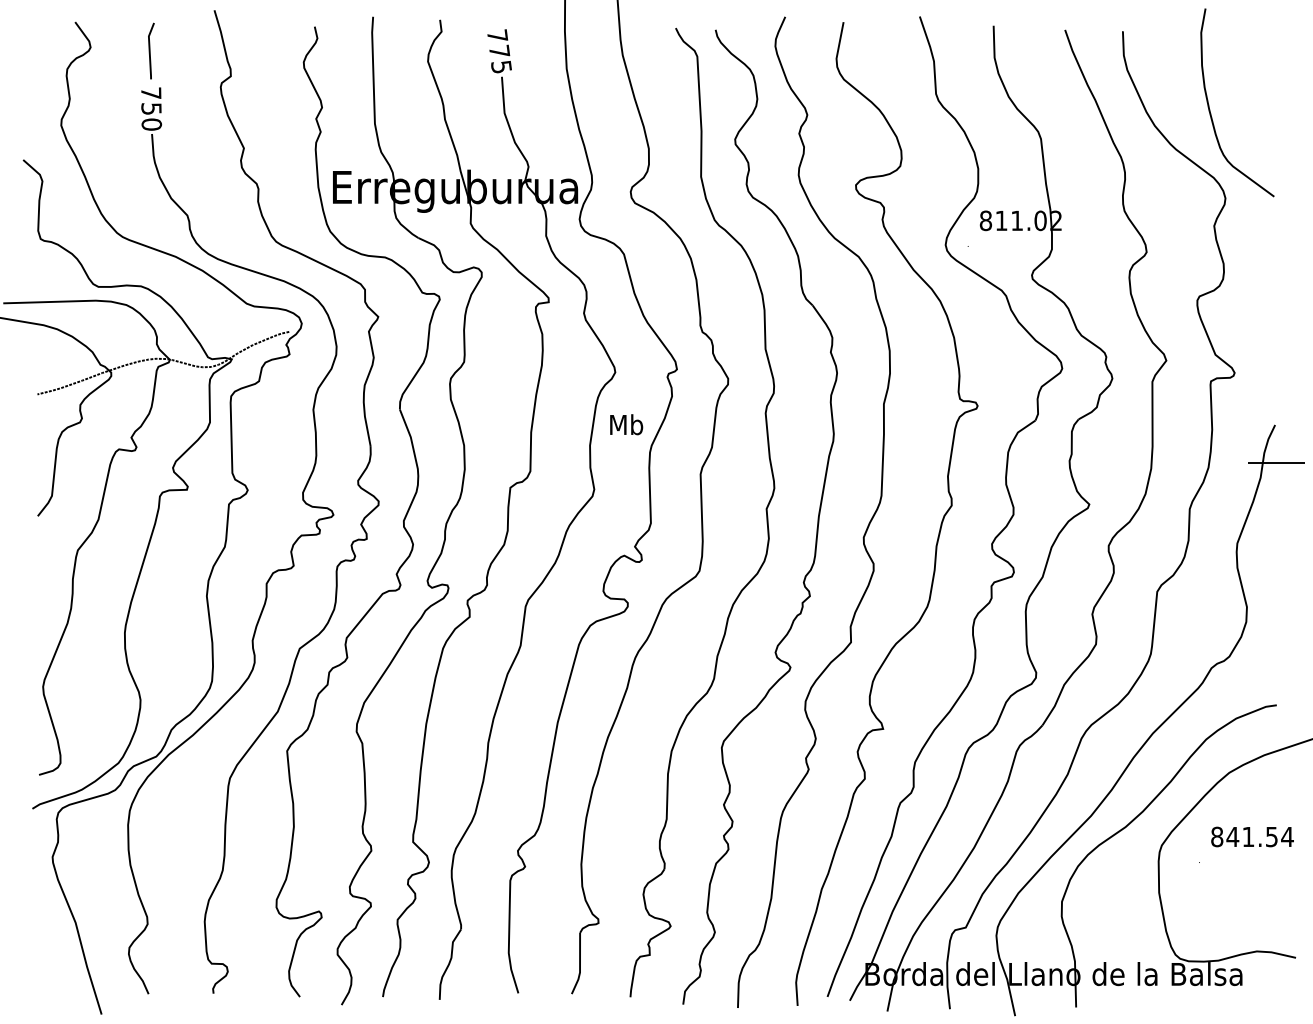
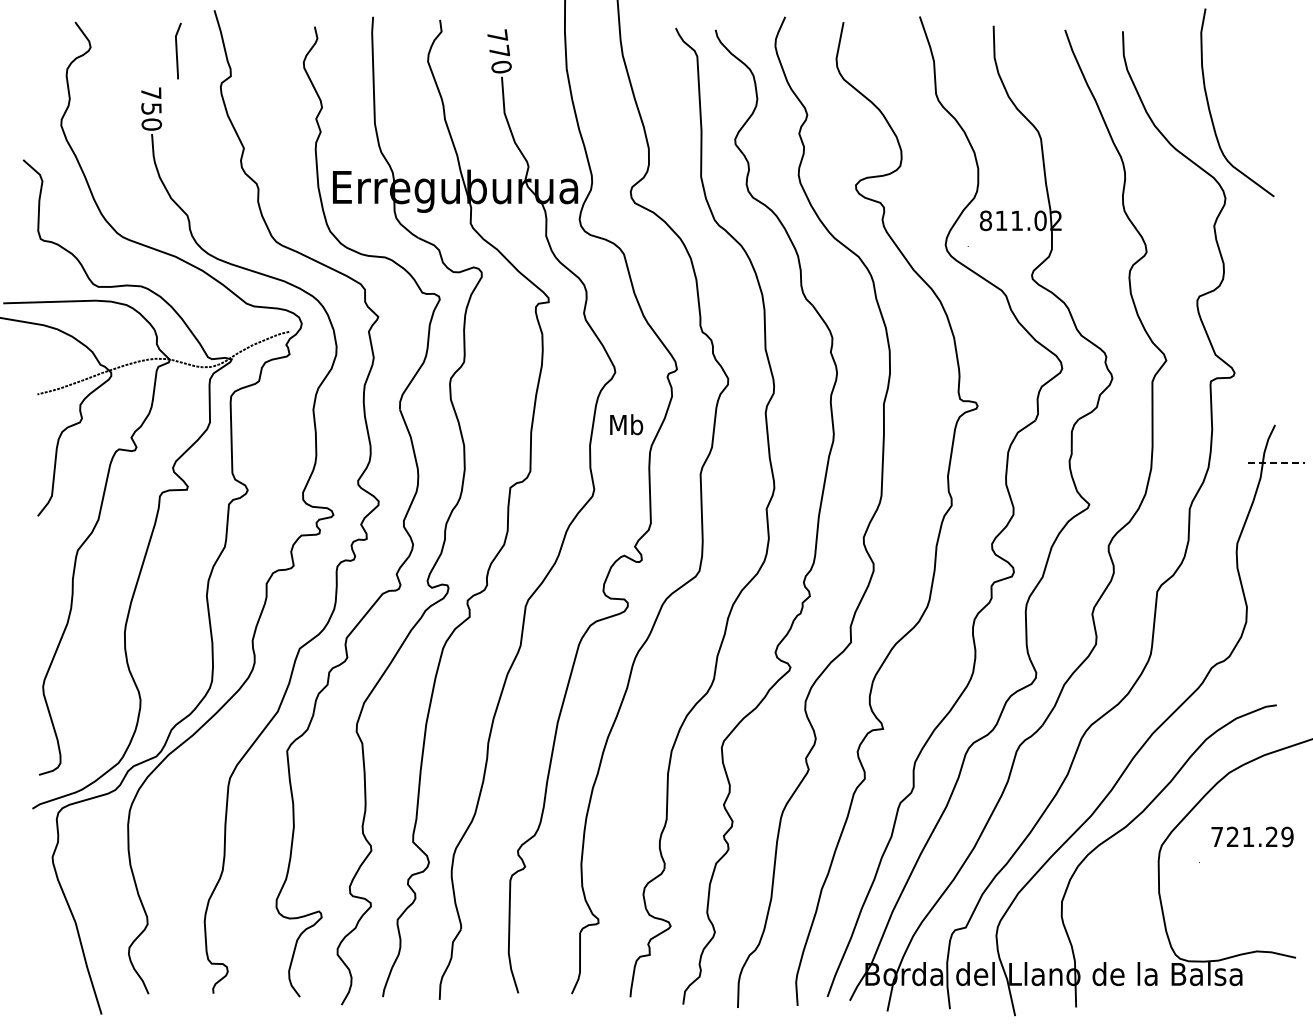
line at (150, 50) position: (150, 50) -> (177, 50)
text at (501, 66): 775 -> 770
line at (1277, 462): solid -> dashed
text at (1252, 836): 841.54 -> 721.29
